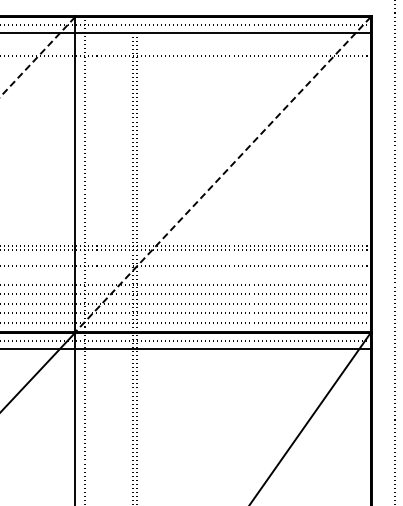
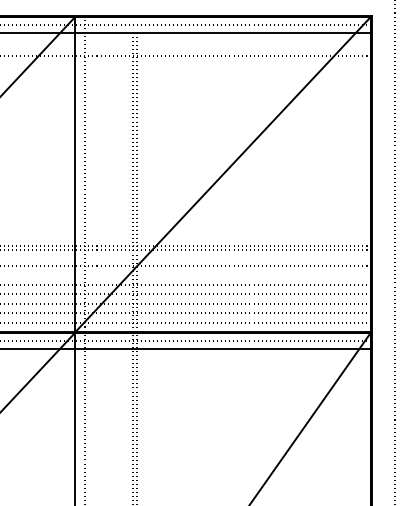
line at (37, 57): dashed -> solid
line at (222, 175): dashed -> solid
